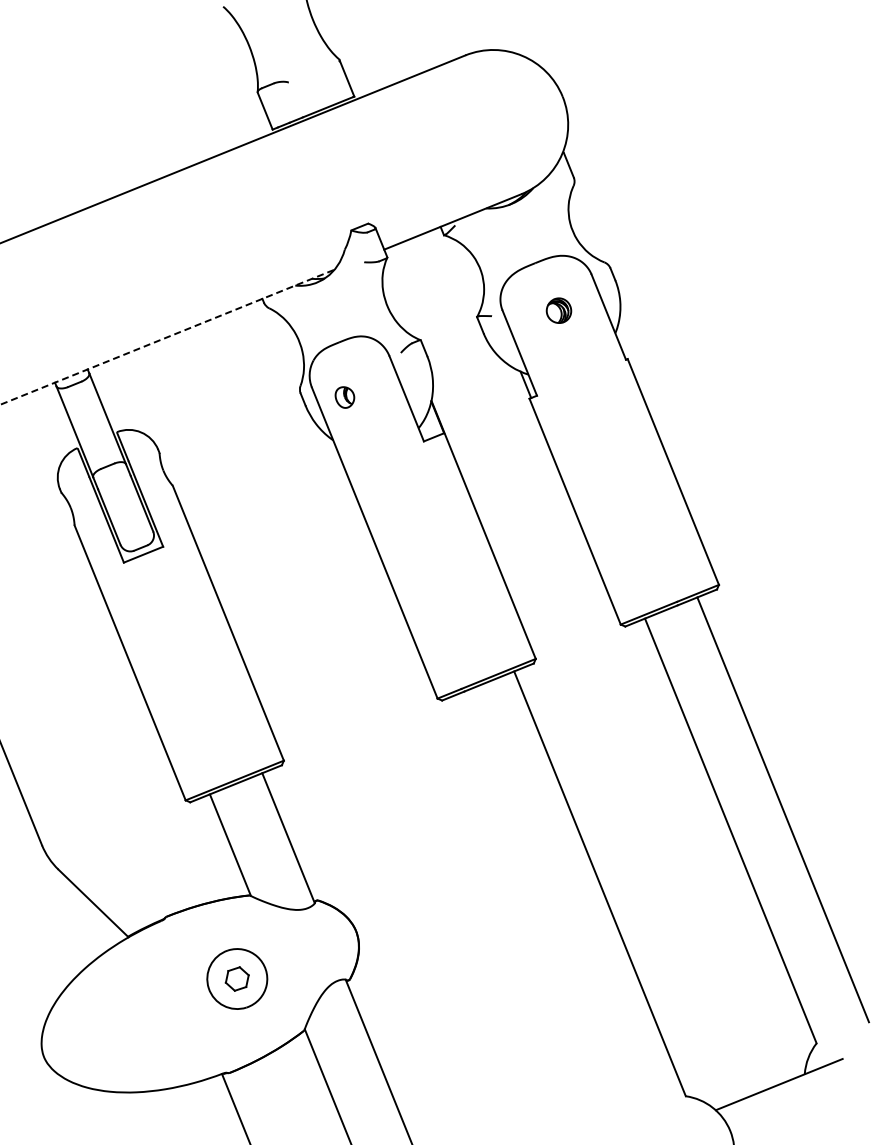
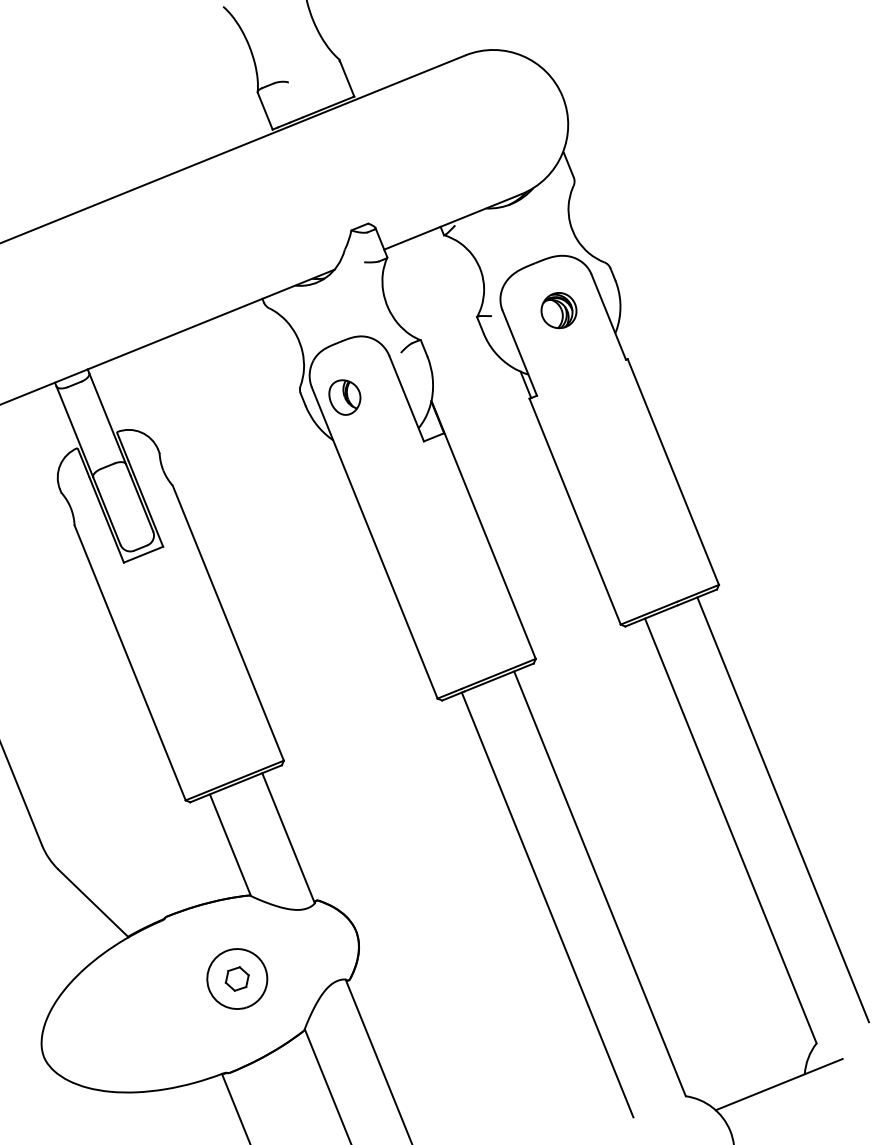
part at (558, 310) size: 28x27 px -> 38x38 px
line at (167, 337): dashed -> solid
part at (344, 397) size: 22x23 px -> 34x37 px
line at (547, 904): none -> present
